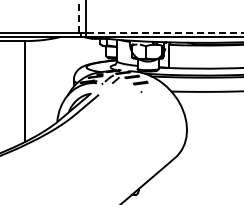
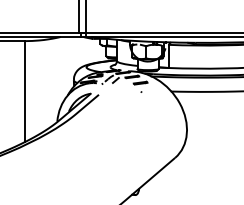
line at (79, 16): dashed -> solid
line at (165, 32): dashed -> solid
